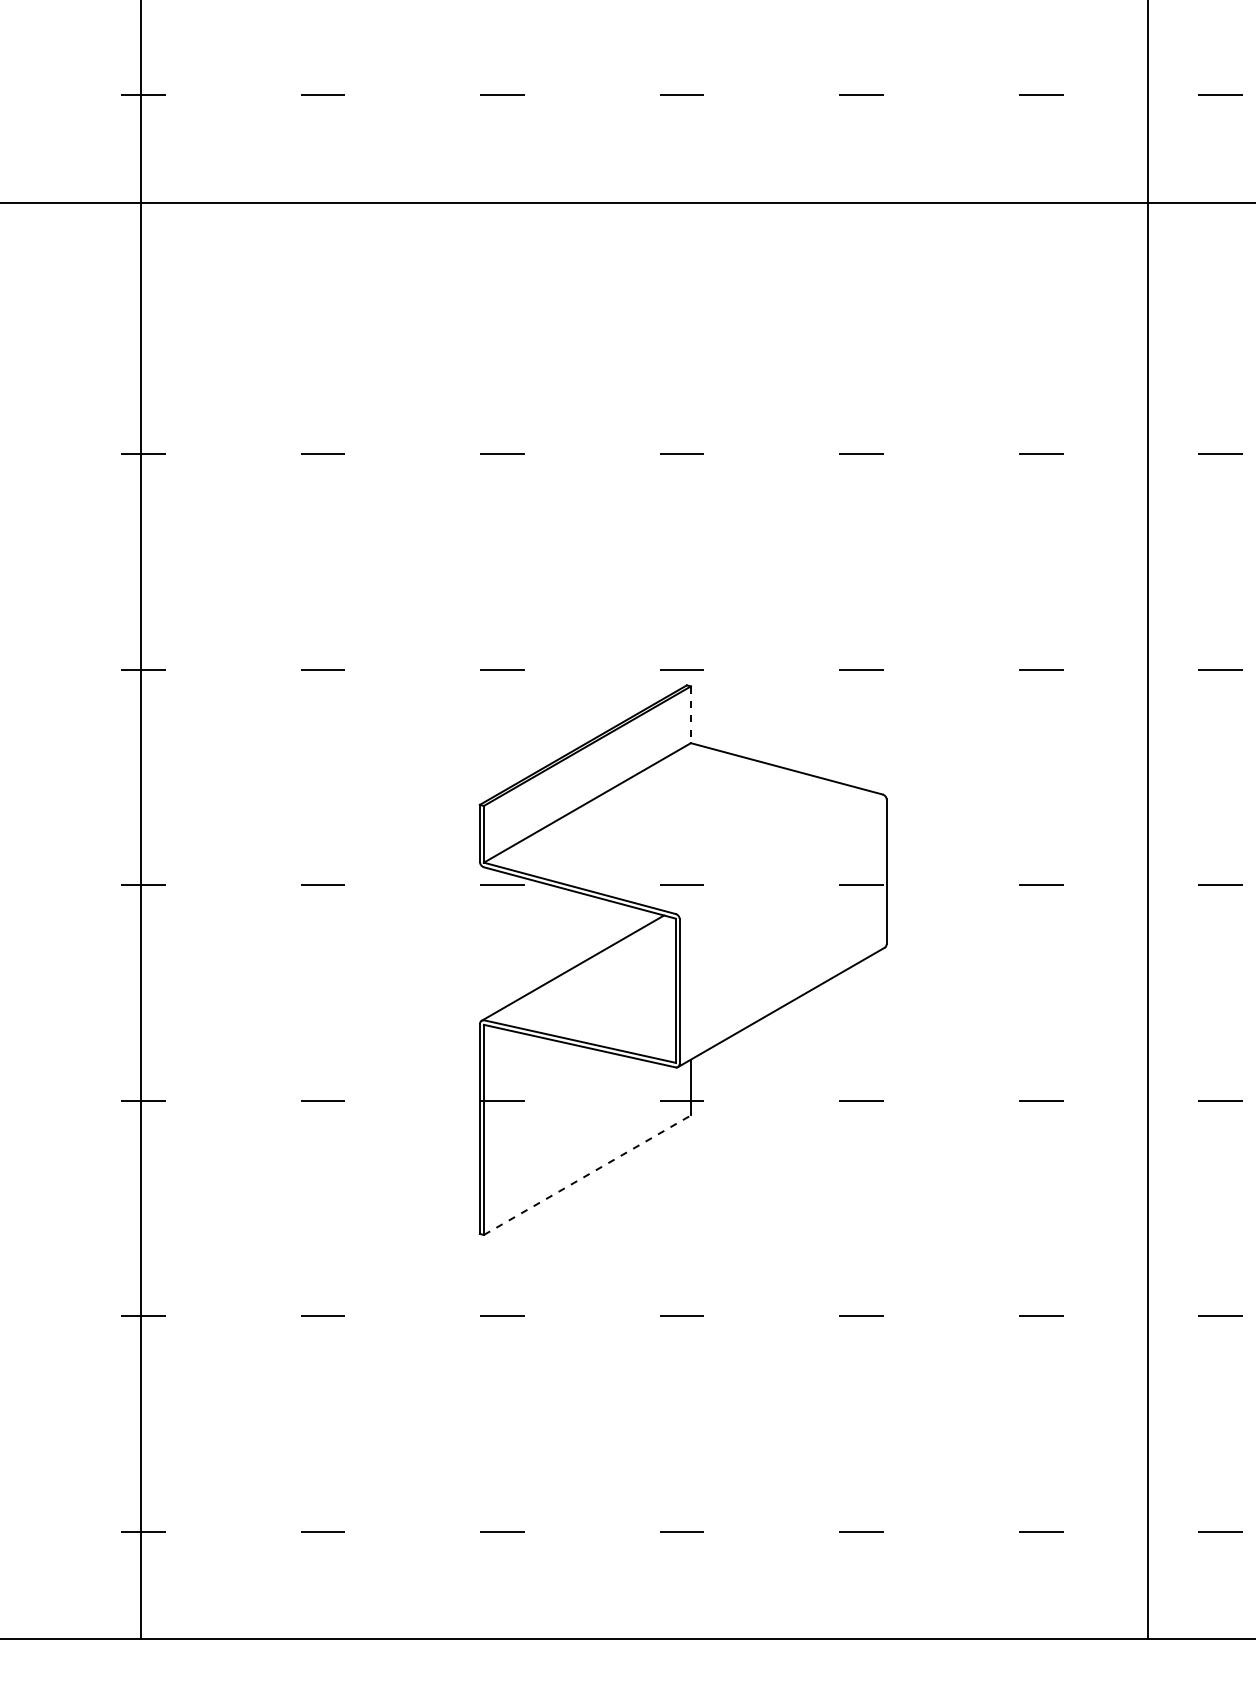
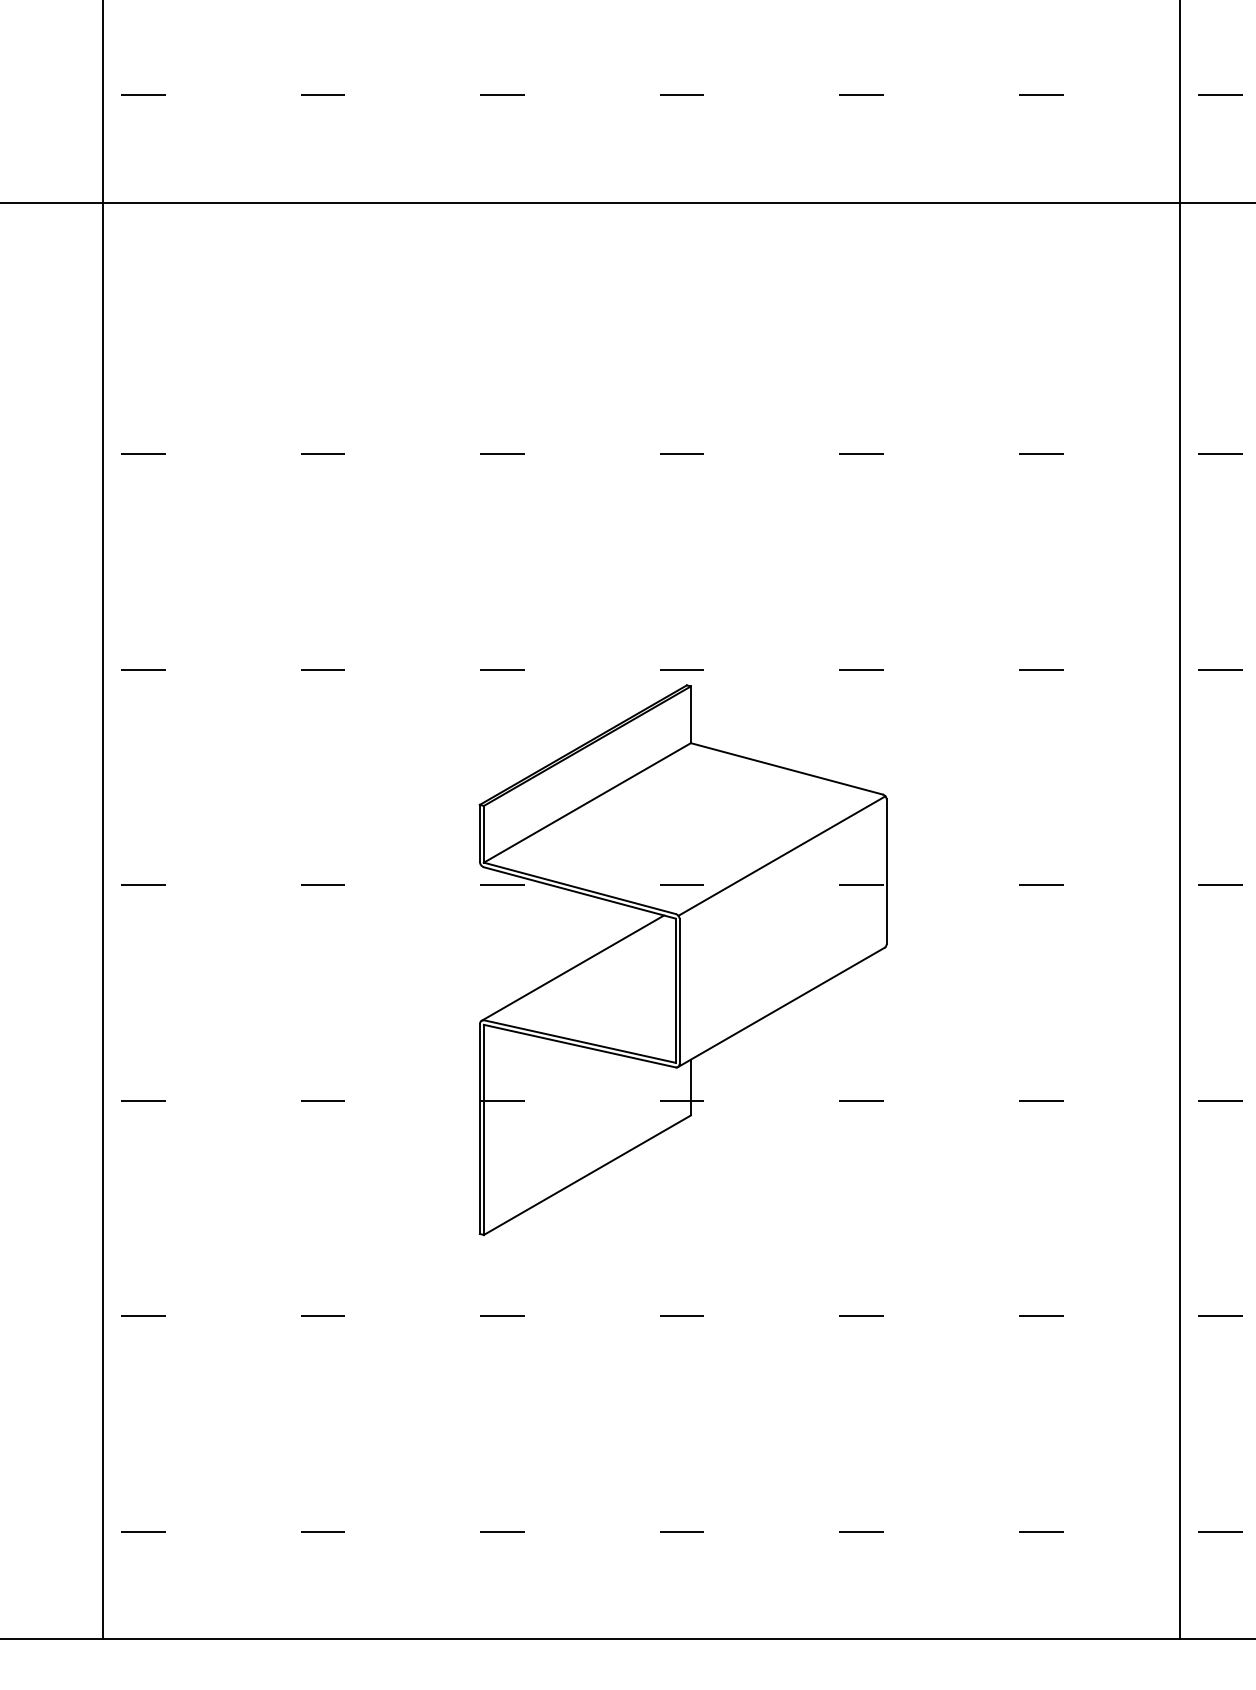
line at (690, 715): dashed -> solid
line at (141, 820) position: (141, 820) -> (103, 820)
line at (1148, 820) position: (1148, 820) -> (1180, 820)
line at (781, 855): none -> present
line at (587, 1174): dashed -> solid
